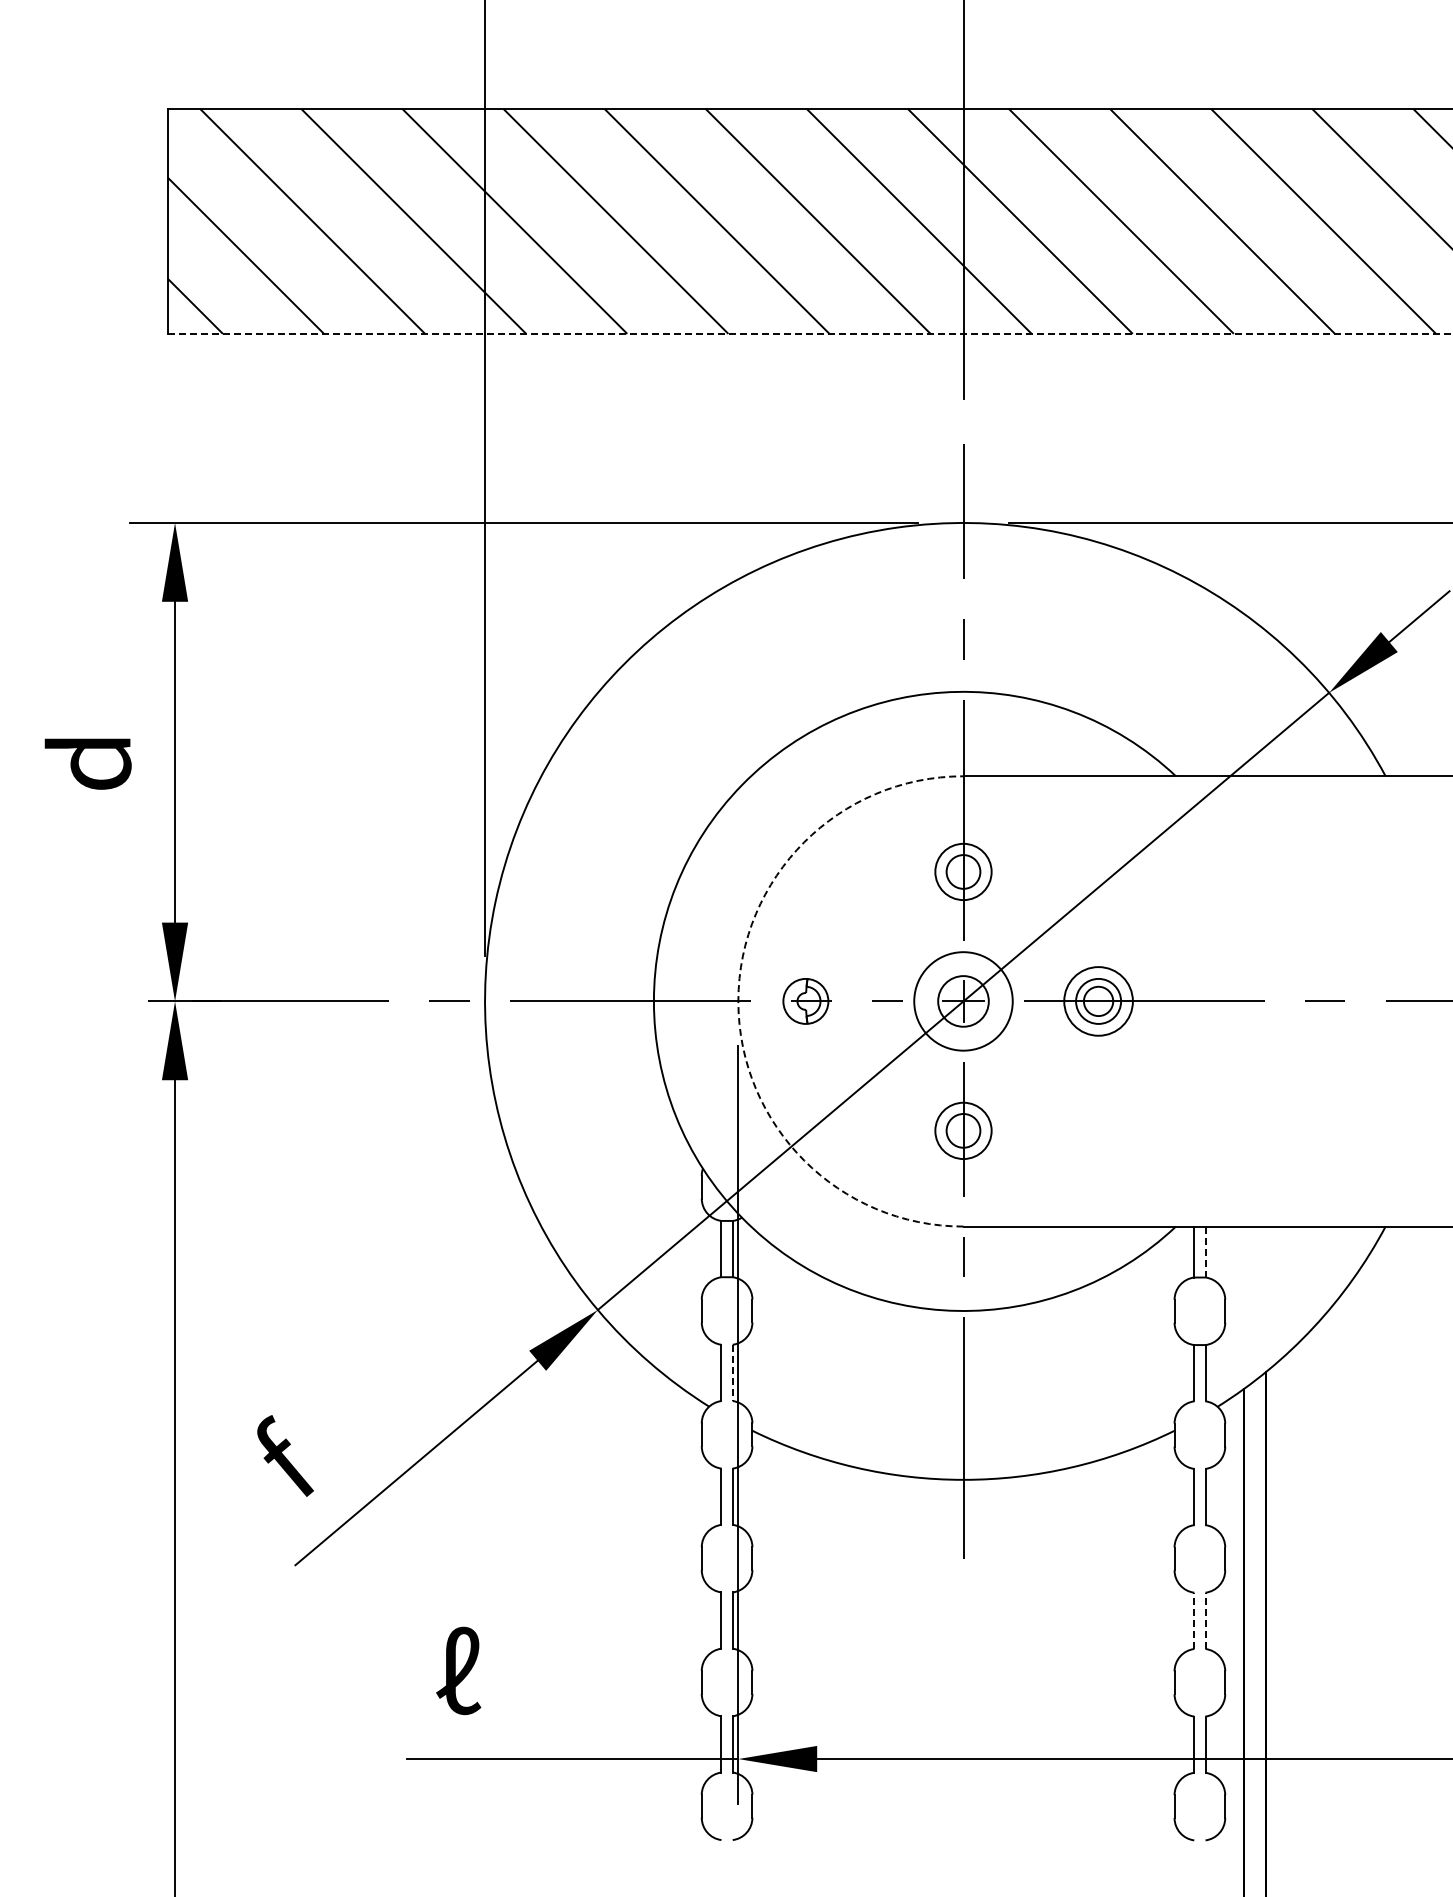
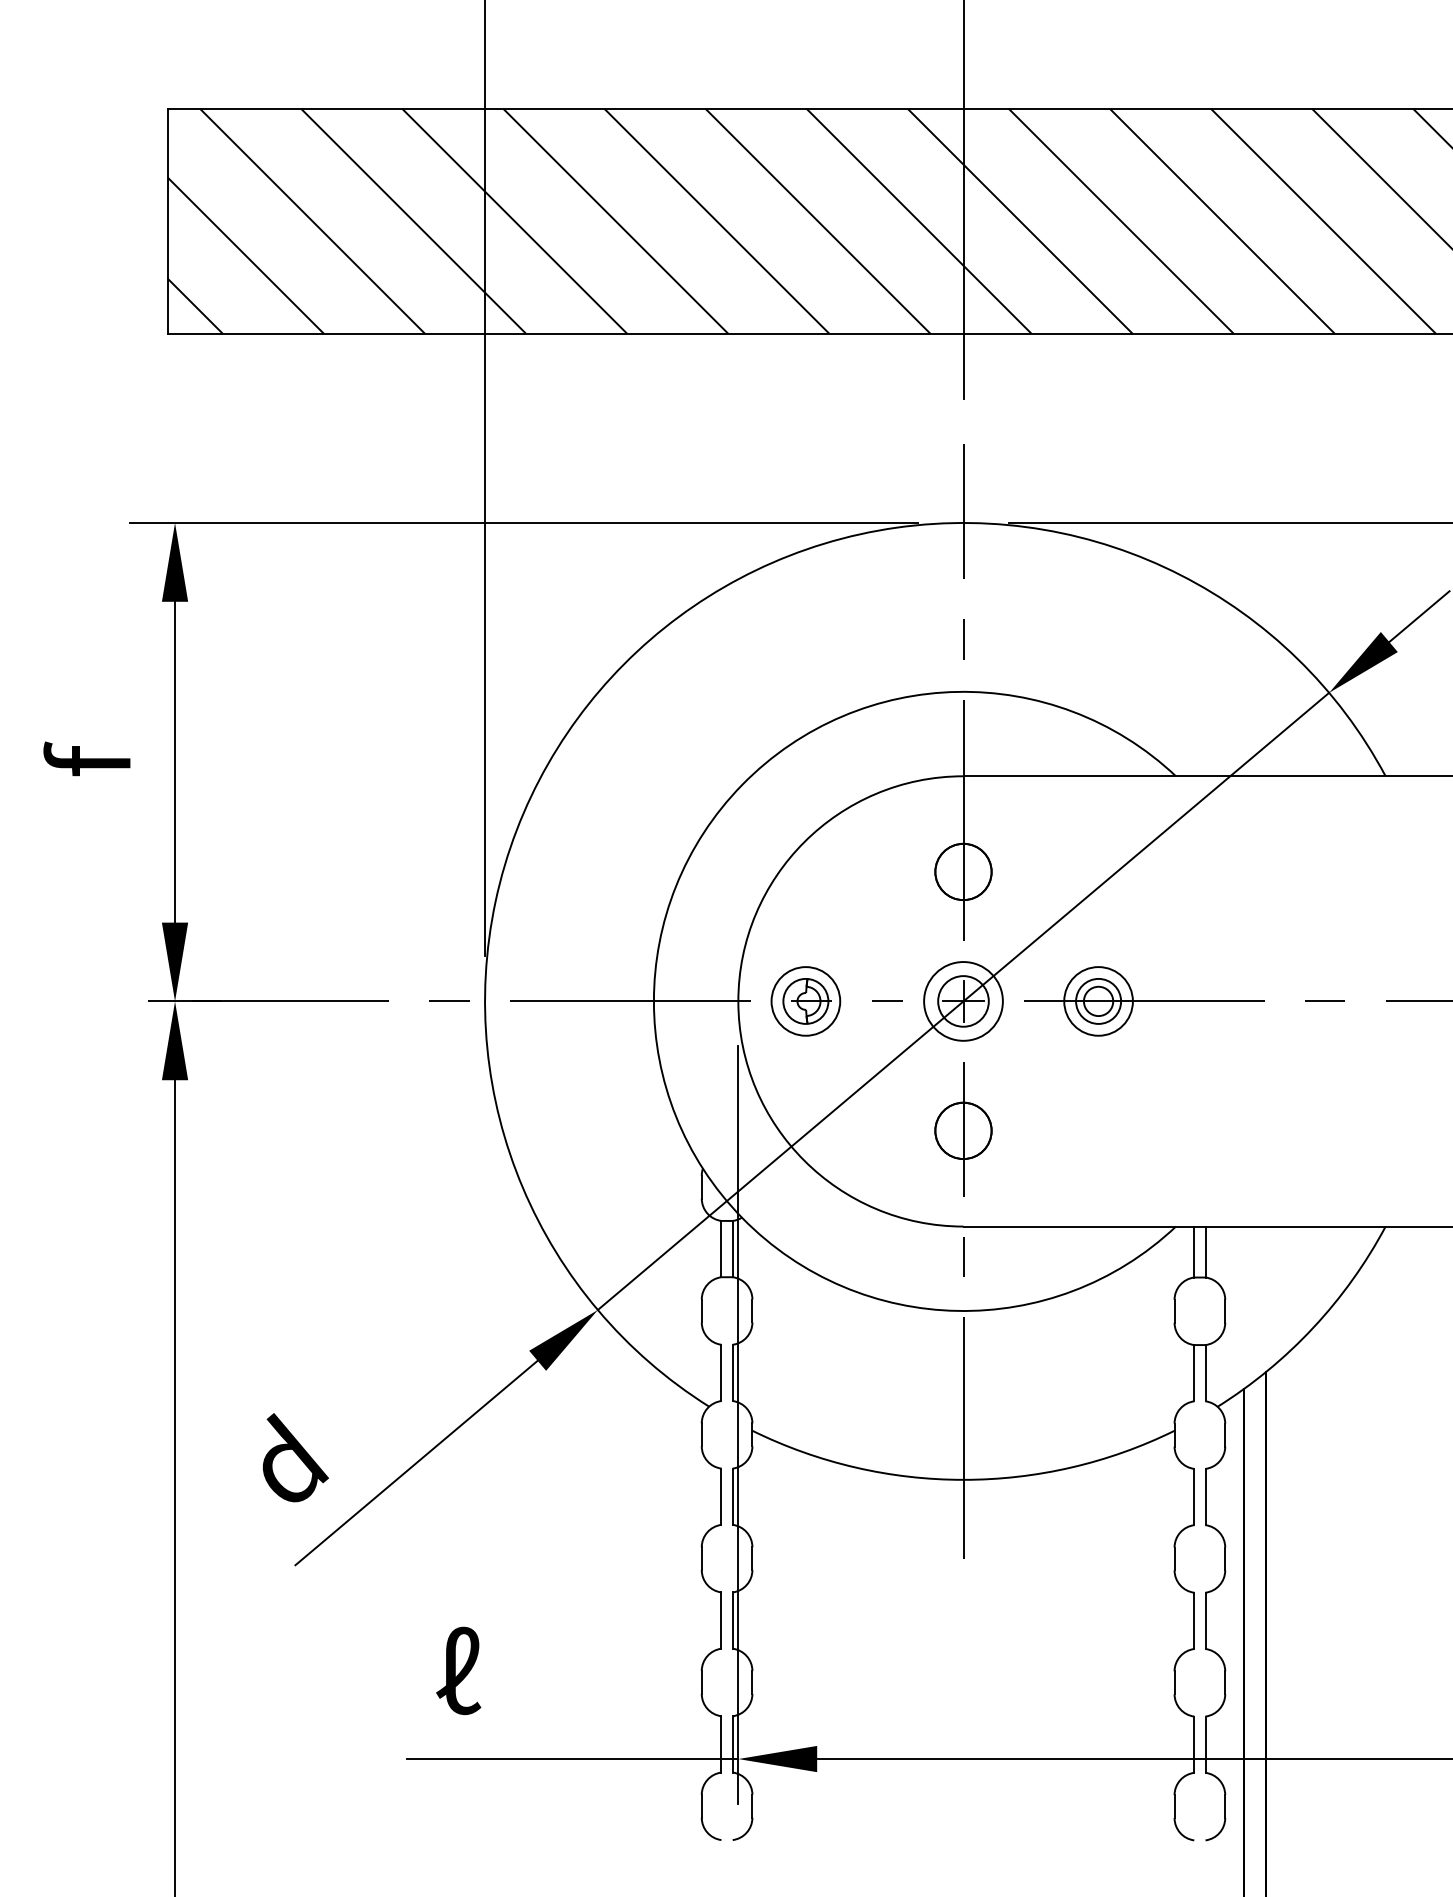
line at (810, 333): dashed -> solid
text at (87, 763): d -> f
circle at (963, 871) diameter: 34 px -> 56 px
arc at (738, 1001): dashed -> solid
circle at (805, 1001): none -> present
circle at (963, 1001) diameter: 99 px -> 79 px
circle at (963, 1130) diameter: 34 px -> 56 px
line at (1205, 1251): dashed -> solid
line at (732, 1373): dashed -> solid
text at (292, 1457): f -> d
line at (1194, 1620): dashed -> solid
line at (1205, 1620): dashed -> solid
